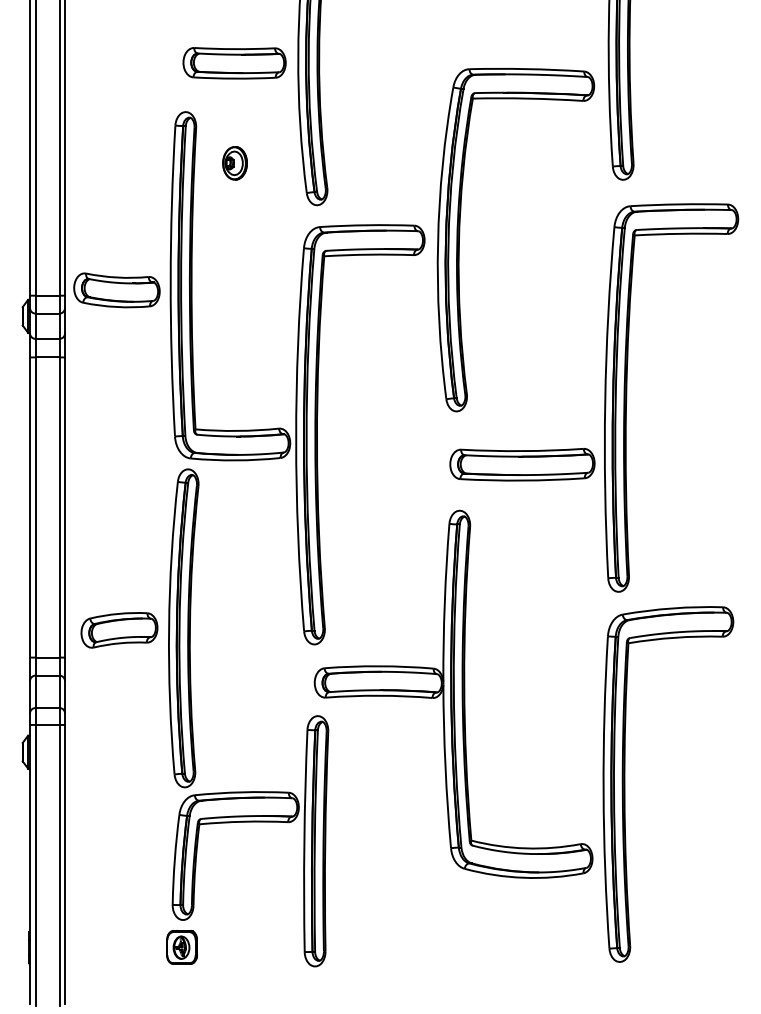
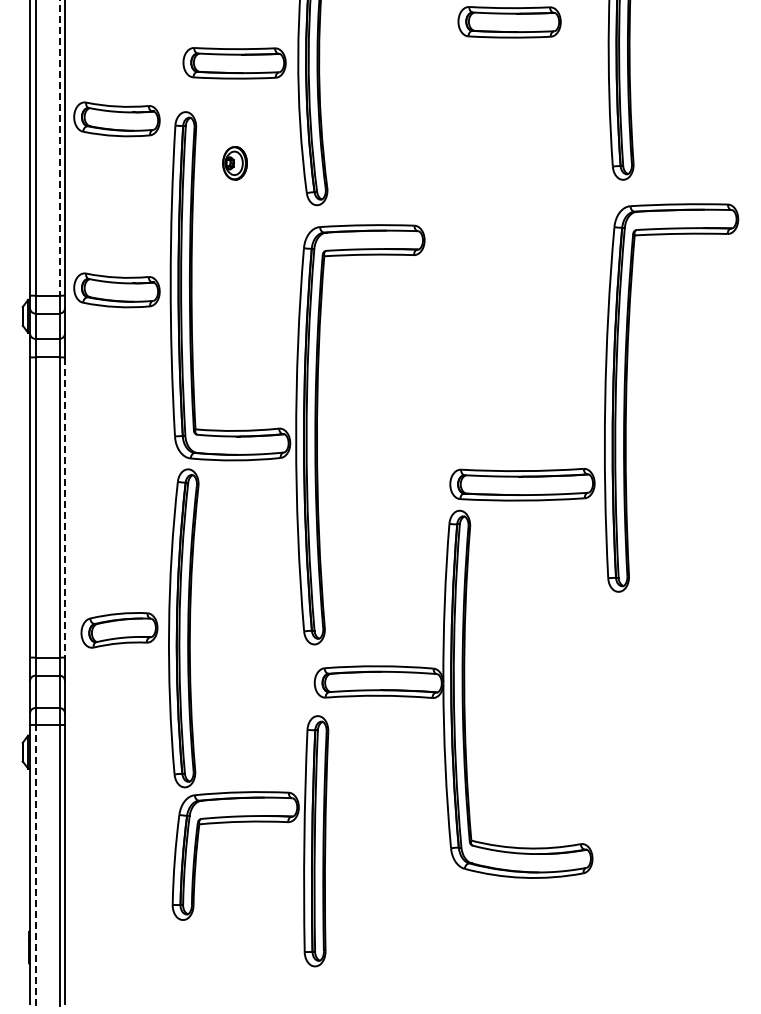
part at (509, 22): none -> present
part at (116, 119): none -> present
line at (59, 148): solid -> dashed
part at (460, 234): present -> none
part at (522, 464) position: (522, 464) -> (522, 484)
line at (65, 508): solid -> dashed
part at (625, 784): present -> none
line at (35, 865): solid -> dashed
part at (181, 947): present -> none
